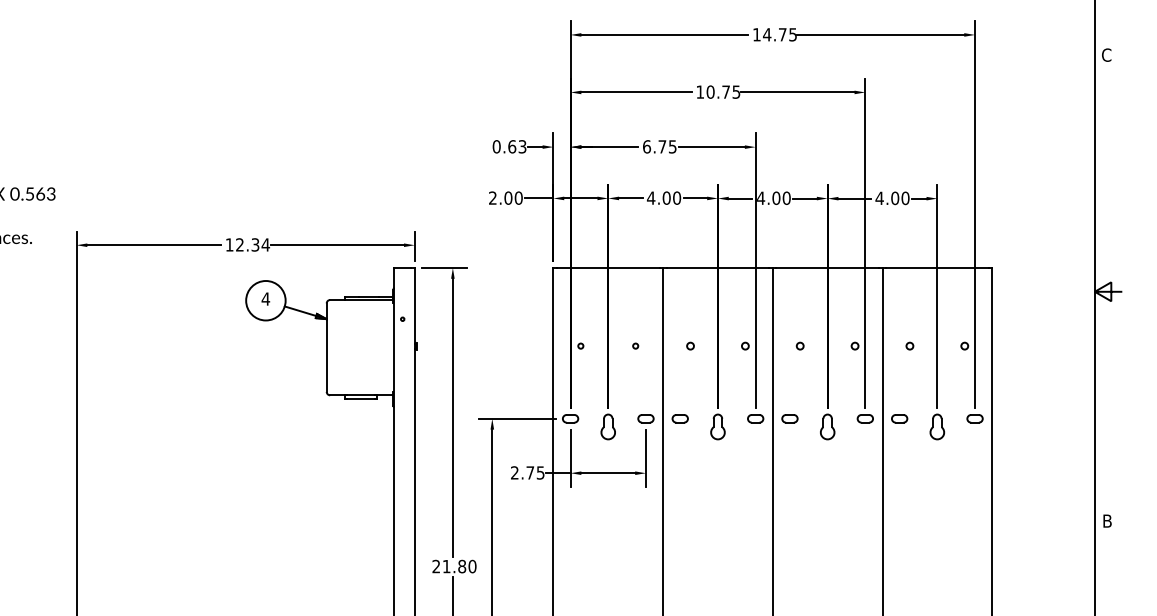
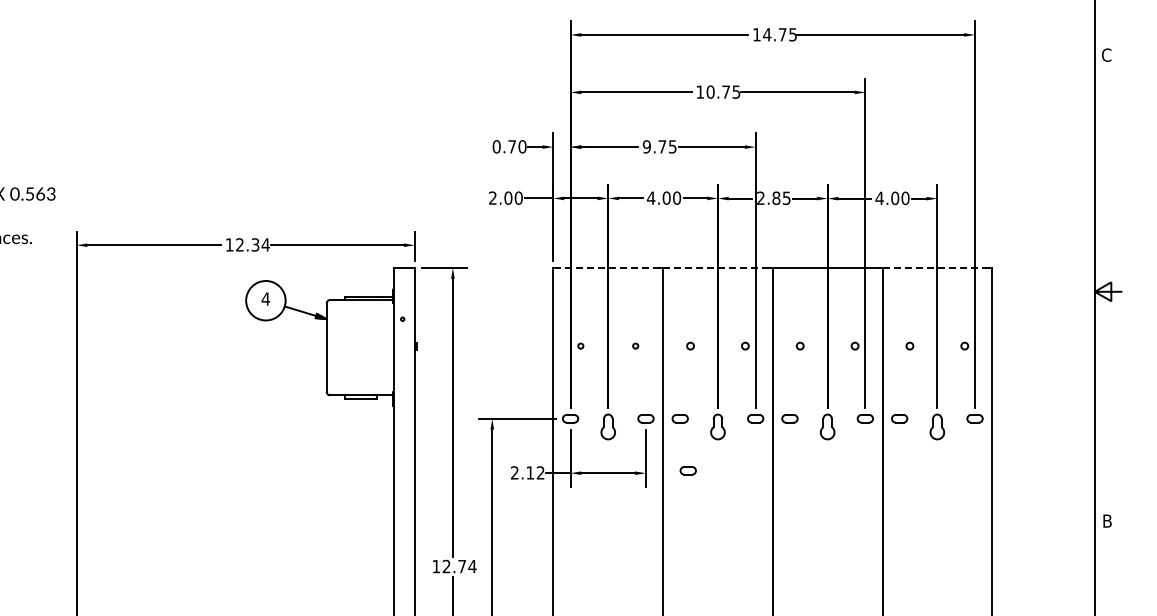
text at (517, 146): 0.63 -> 0.70
text at (646, 146): 6.75 -> 9.75
text at (773, 198): 4.00 -> 2.85
line at (607, 268): solid -> dashed
line at (717, 268): solid -> dashed
line at (936, 268): solid -> dashed
part at (687, 470): none -> present
text at (535, 472): 2.75 -> 2.12
text at (454, 566): 21.80 -> 12.74
